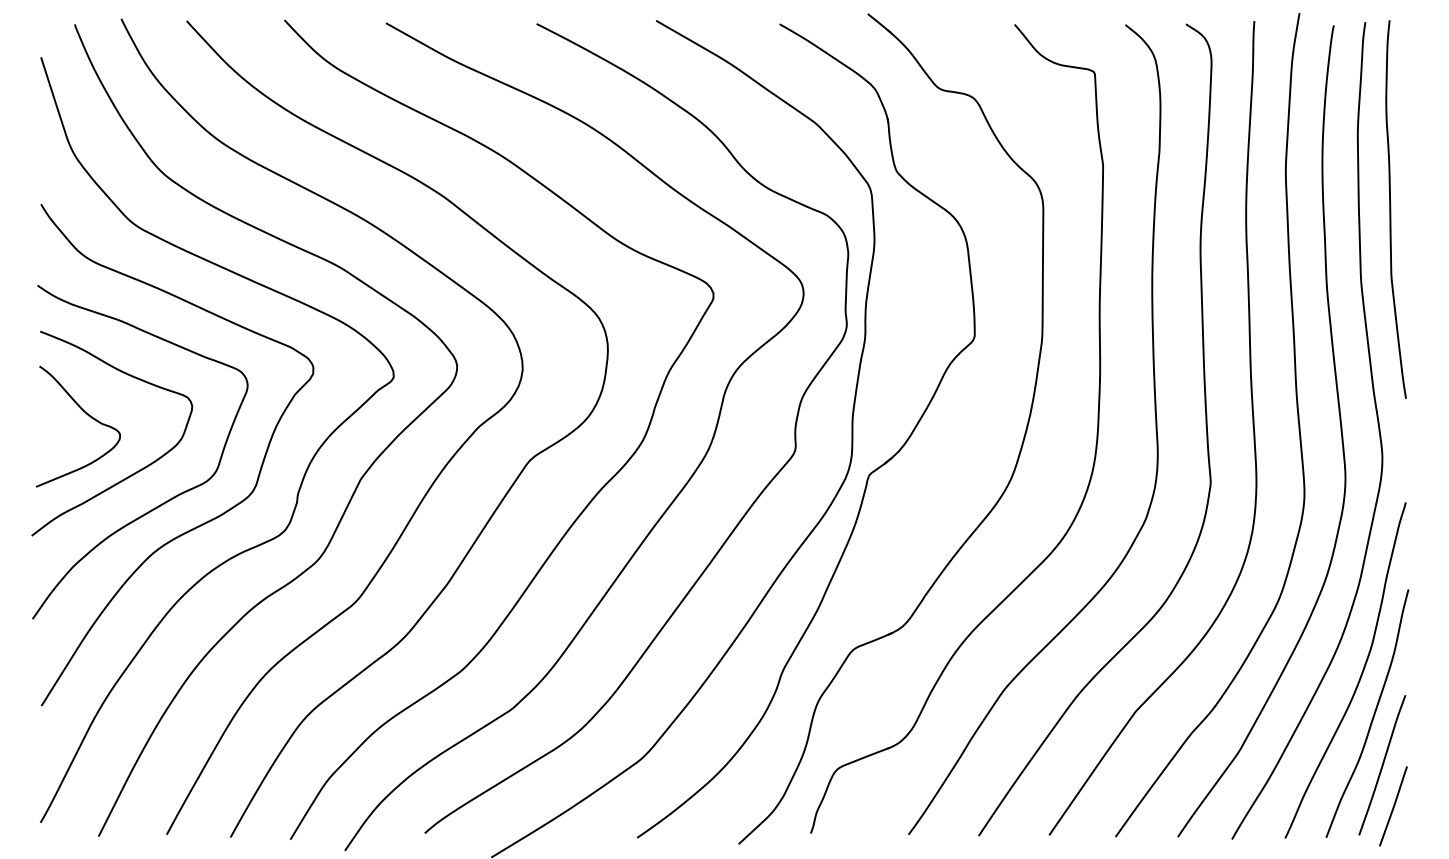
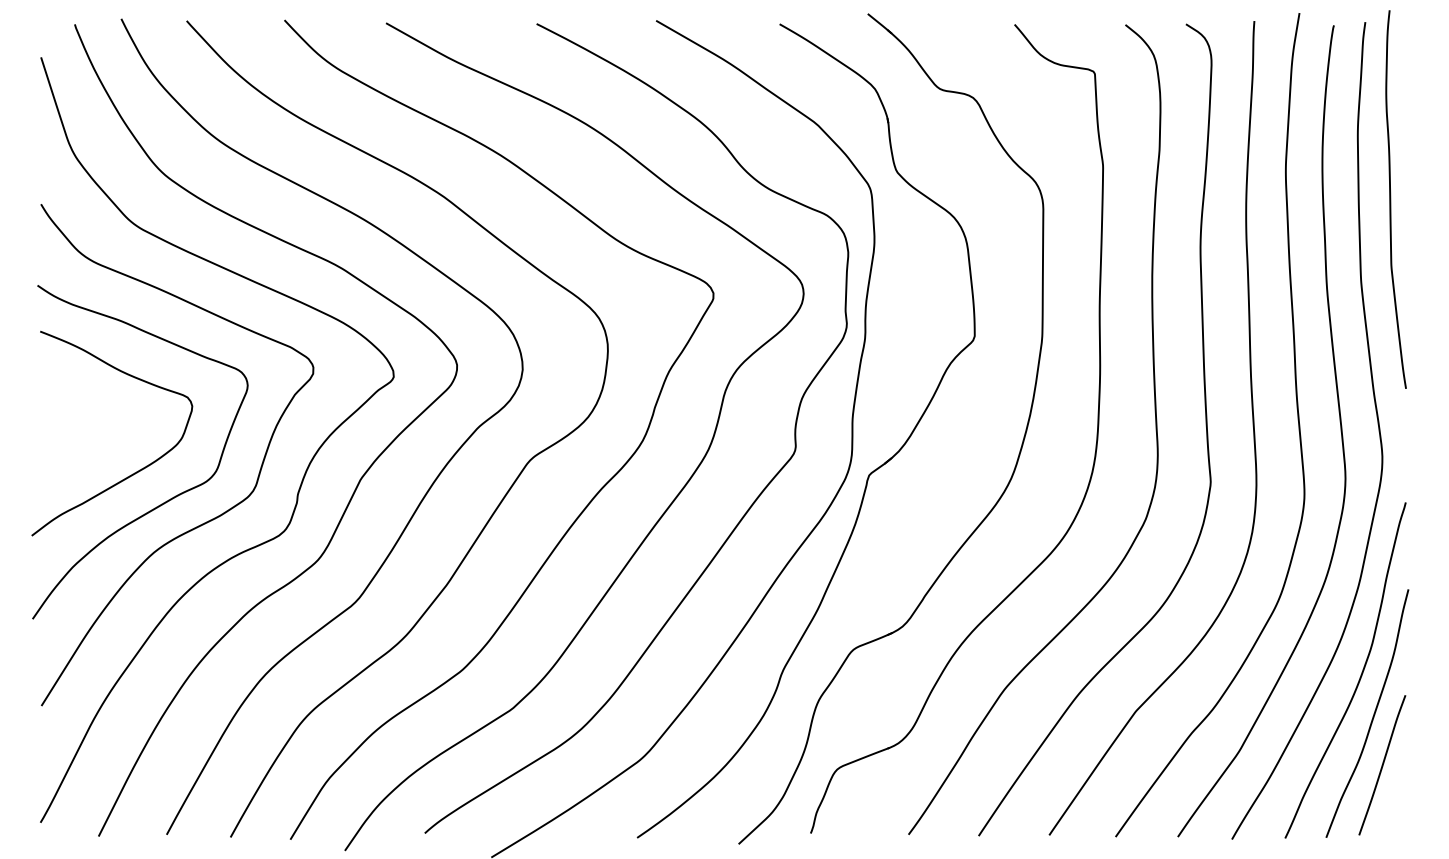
curve at (1391, 209) position: (1391, 209) -> (1391, 199)
curve at (87, 415): present -> none
line at (1393, 806): present -> none
